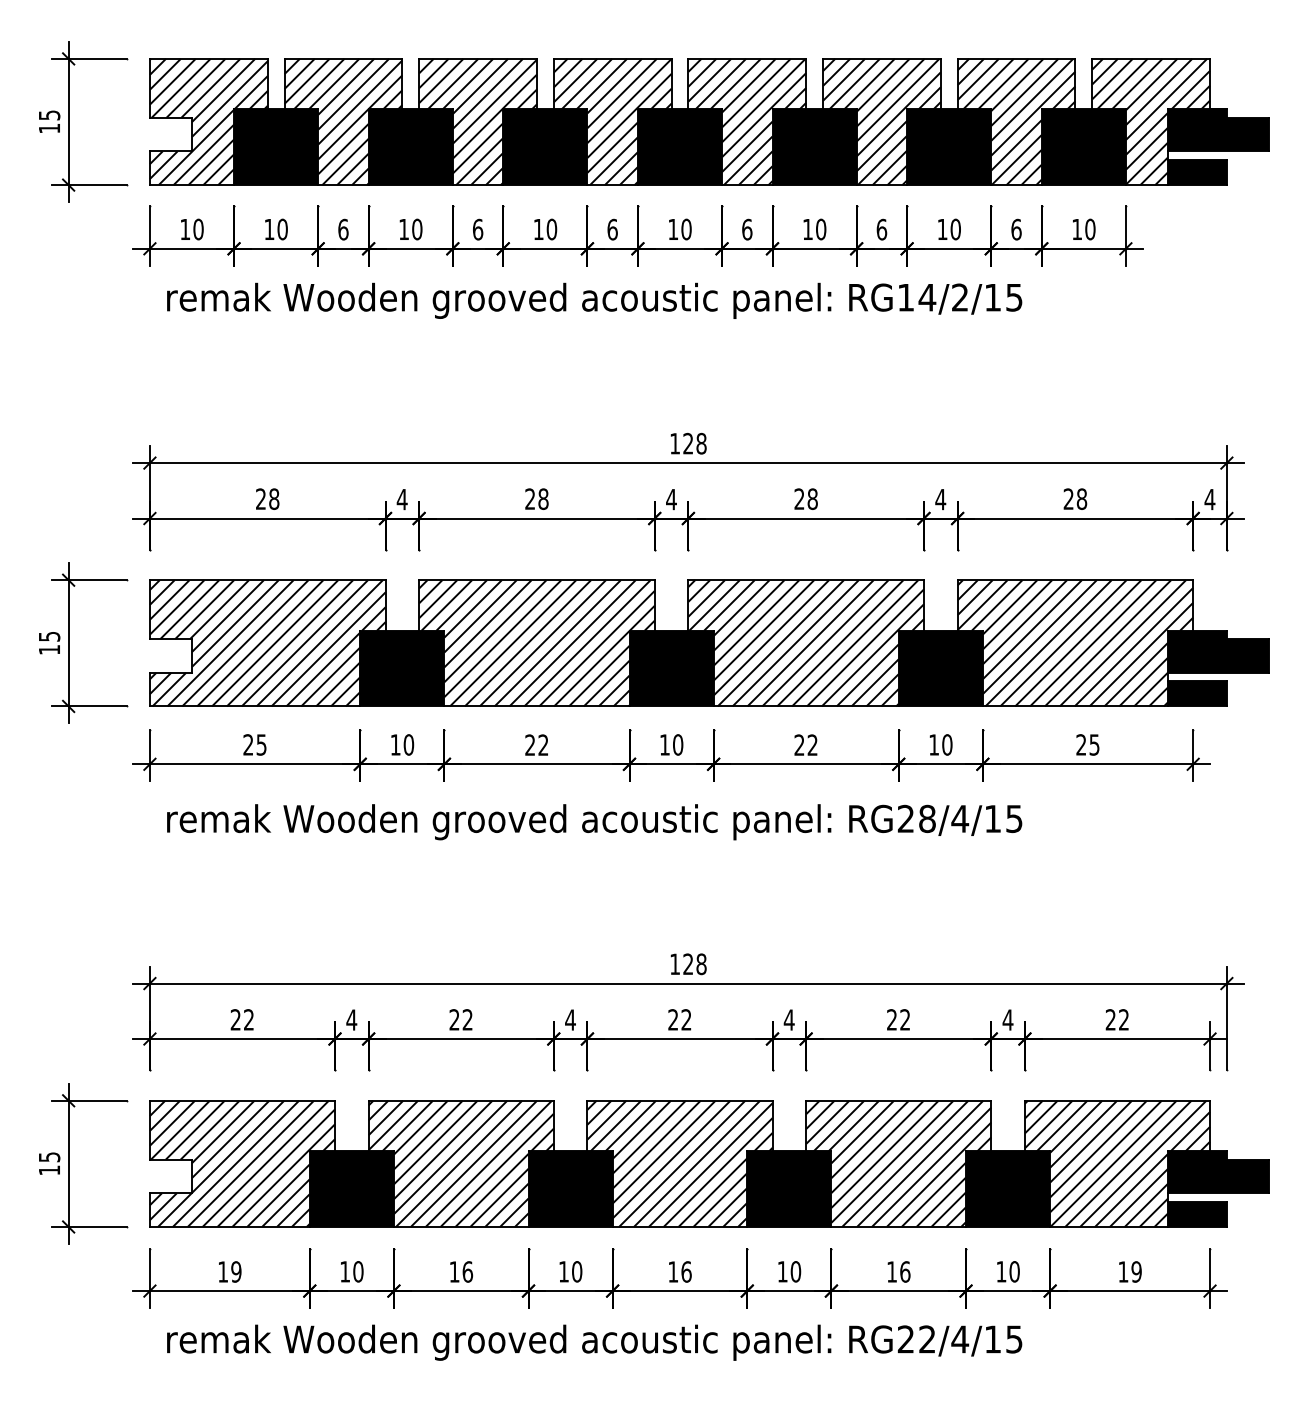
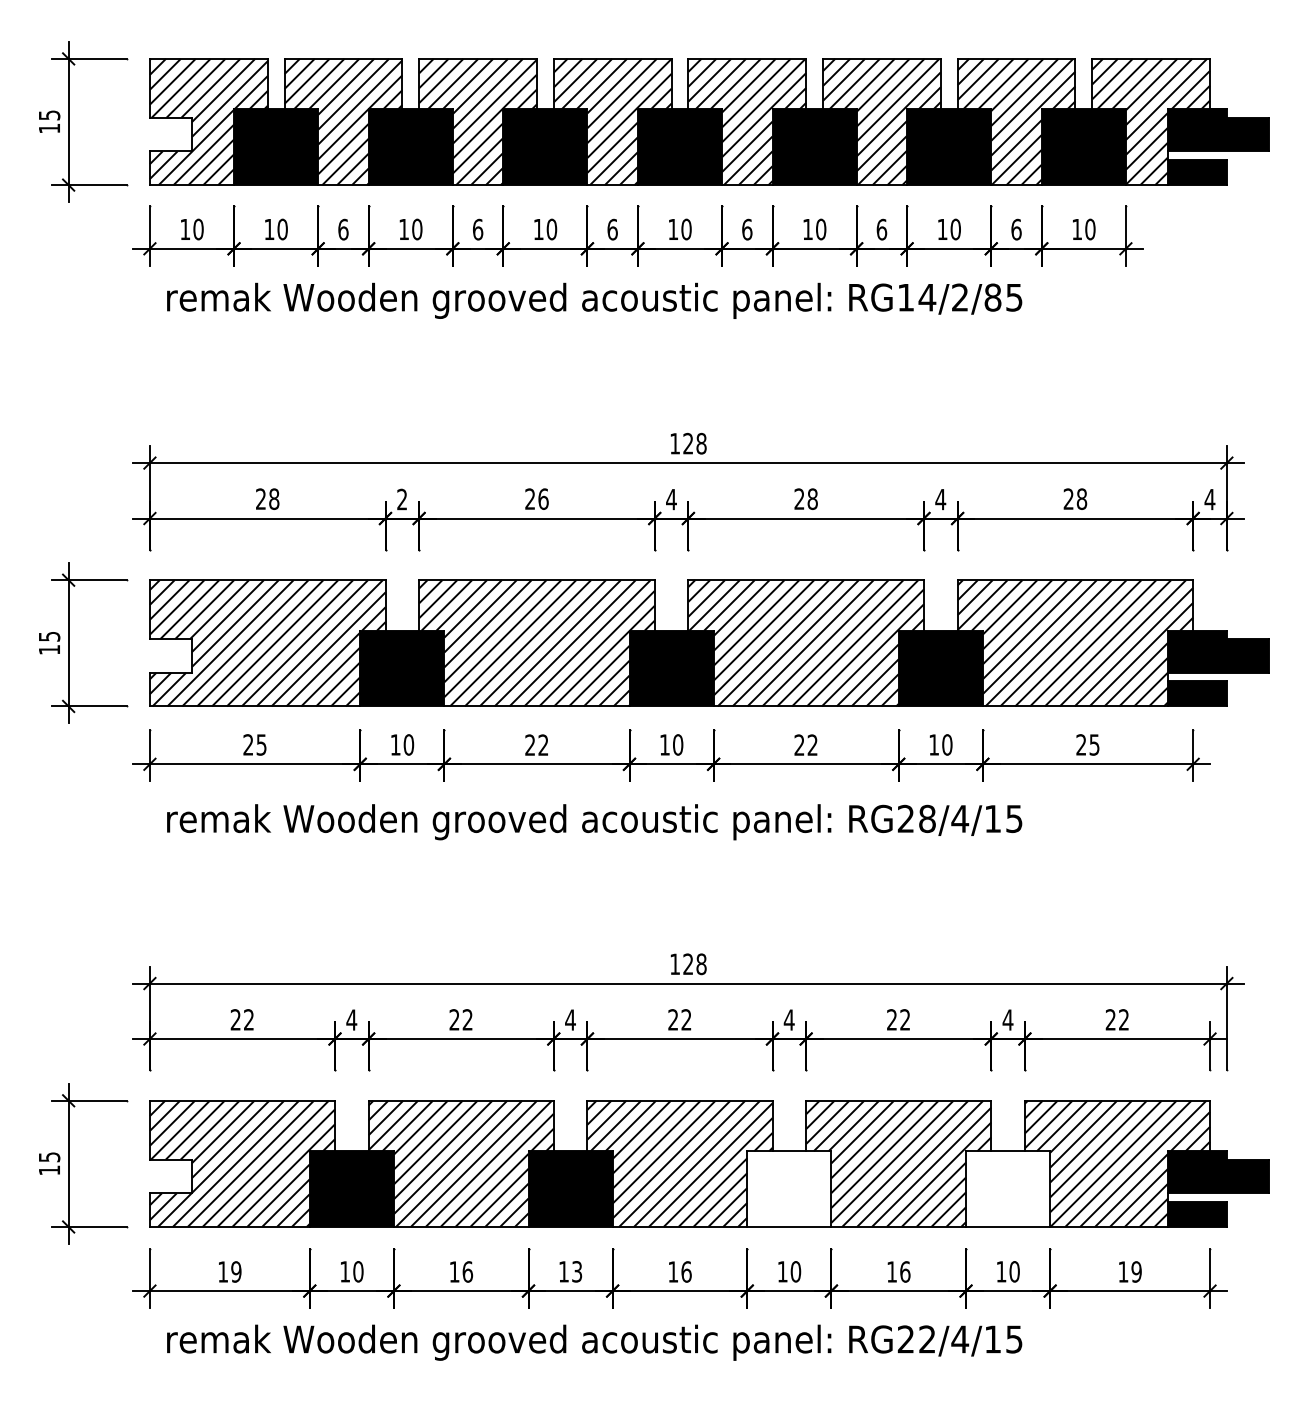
text at (992, 297): RG14/2/15 -> RG14/2/85
text at (543, 498): 28 -> 26
text at (401, 499): 4 -> 2
fill at (789, 1188): present -> none
fill at (1008, 1188): present -> none
text at (577, 1271): 10 -> 13
